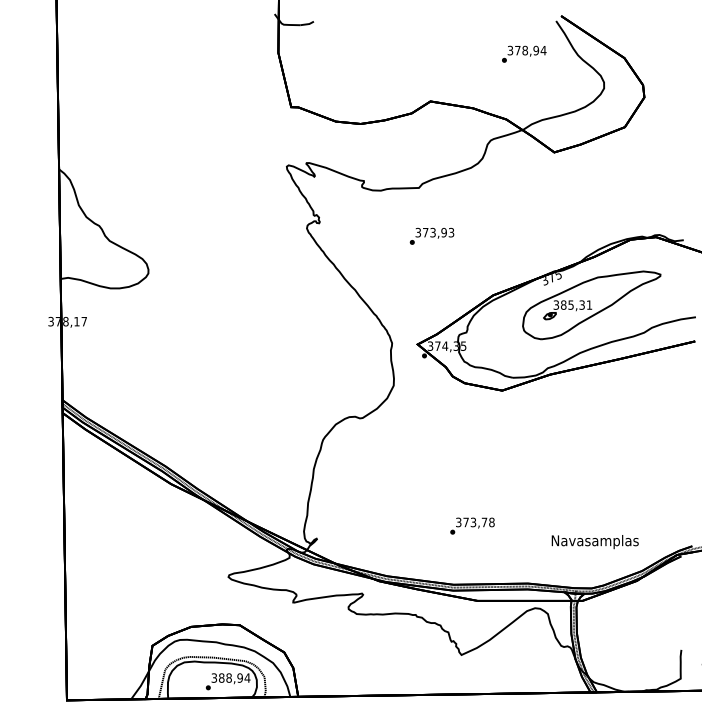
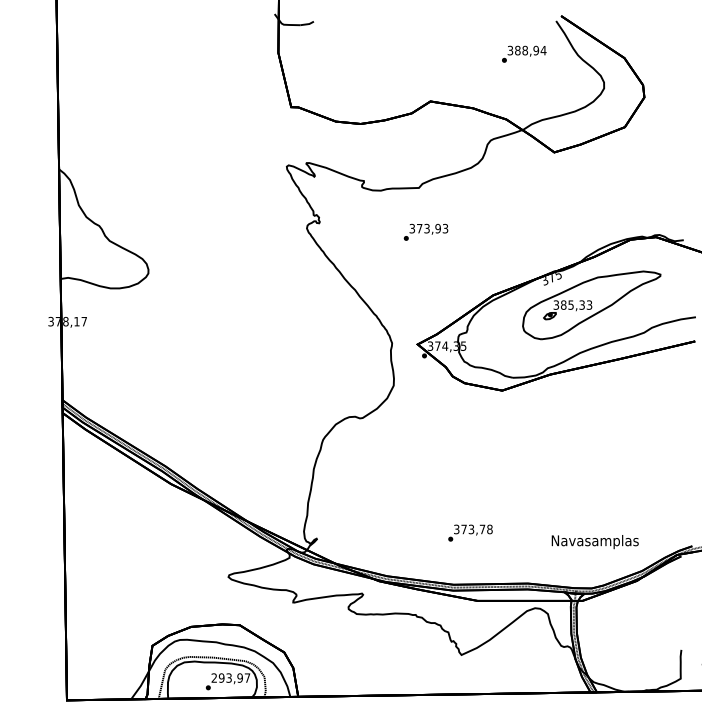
text at (517, 50): 378,94 -> 388,94
text at (431, 235) position: (431, 235) -> (425, 231)
text at (589, 304): 385,31 -> 385,33
text at (472, 525) position: (472, 525) -> (470, 532)
text at (230, 677): 388,94 -> 293,97
